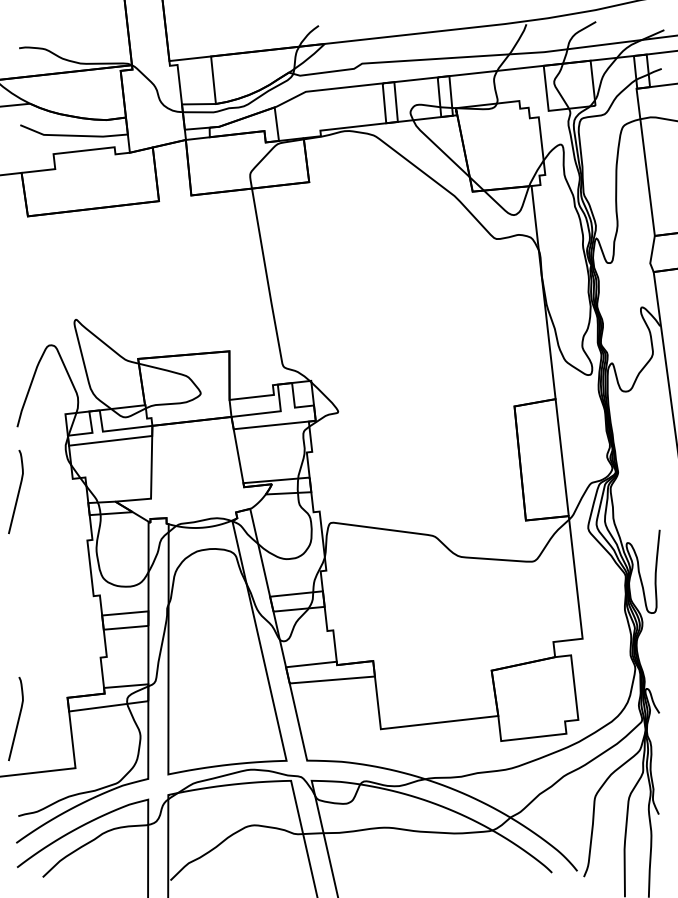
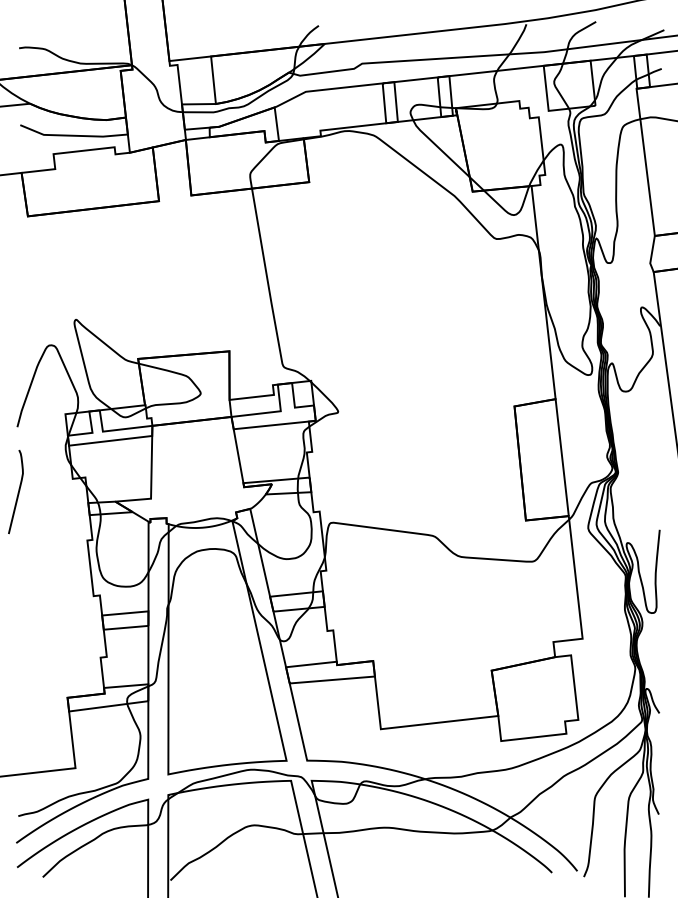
curve at (17, 719): present -> none
